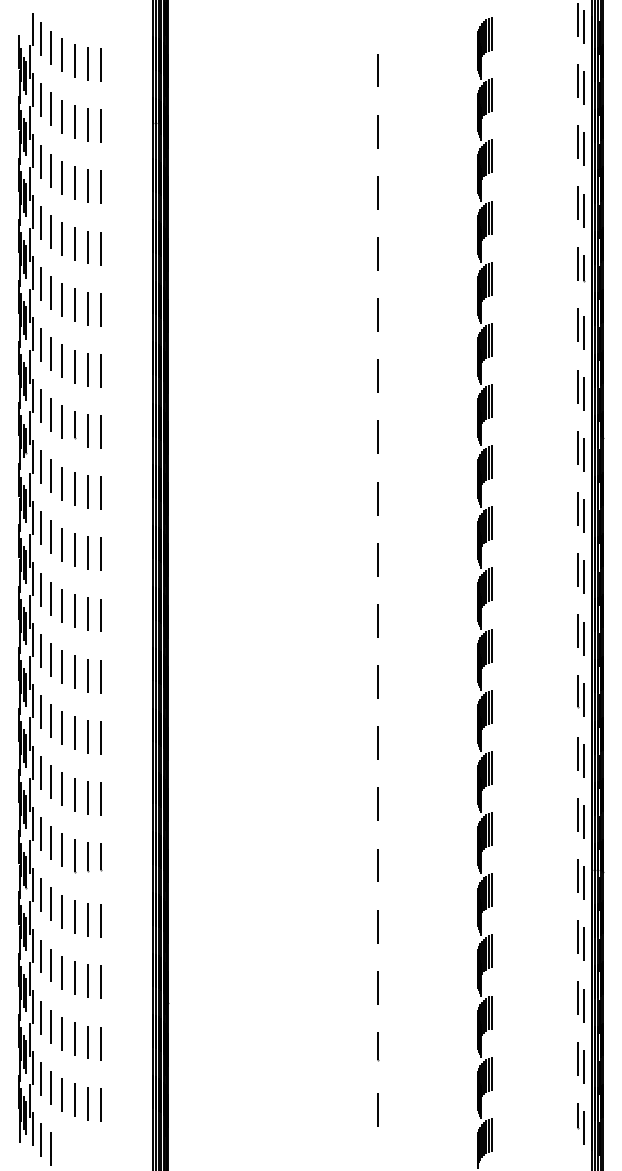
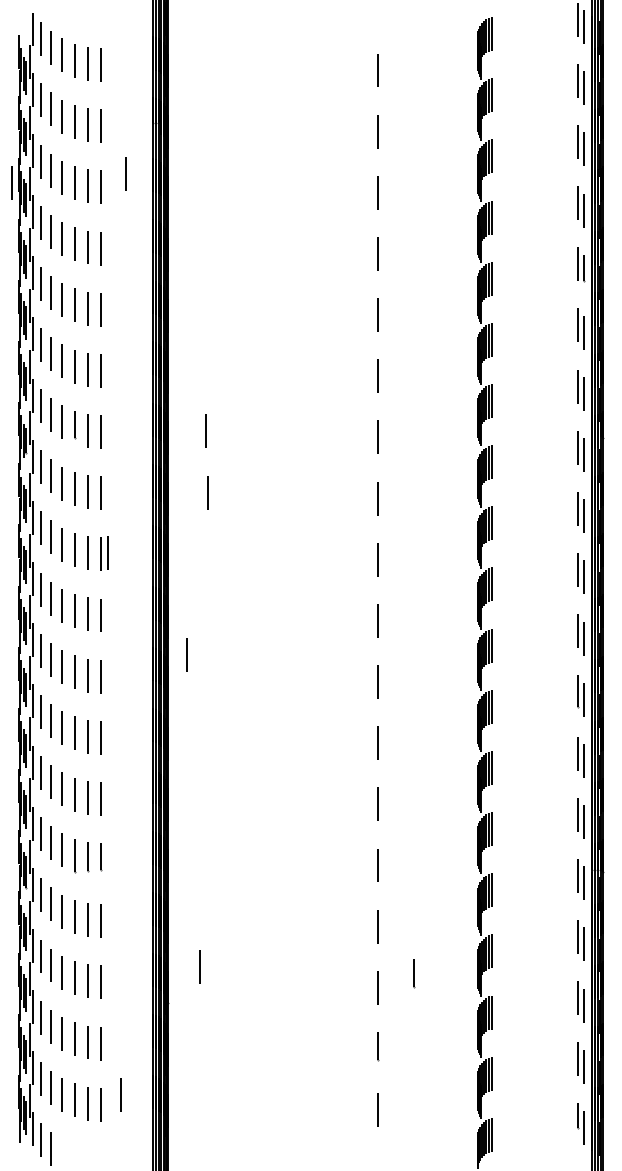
line at (125, 173): none -> present
line at (11, 182): none -> present
line at (205, 430): none -> present
line at (207, 492): none -> present
line at (107, 552): none -> present
line at (186, 654): none -> present
line at (199, 966): none -> present
line at (414, 973): none -> present
line at (120, 1094): none -> present
